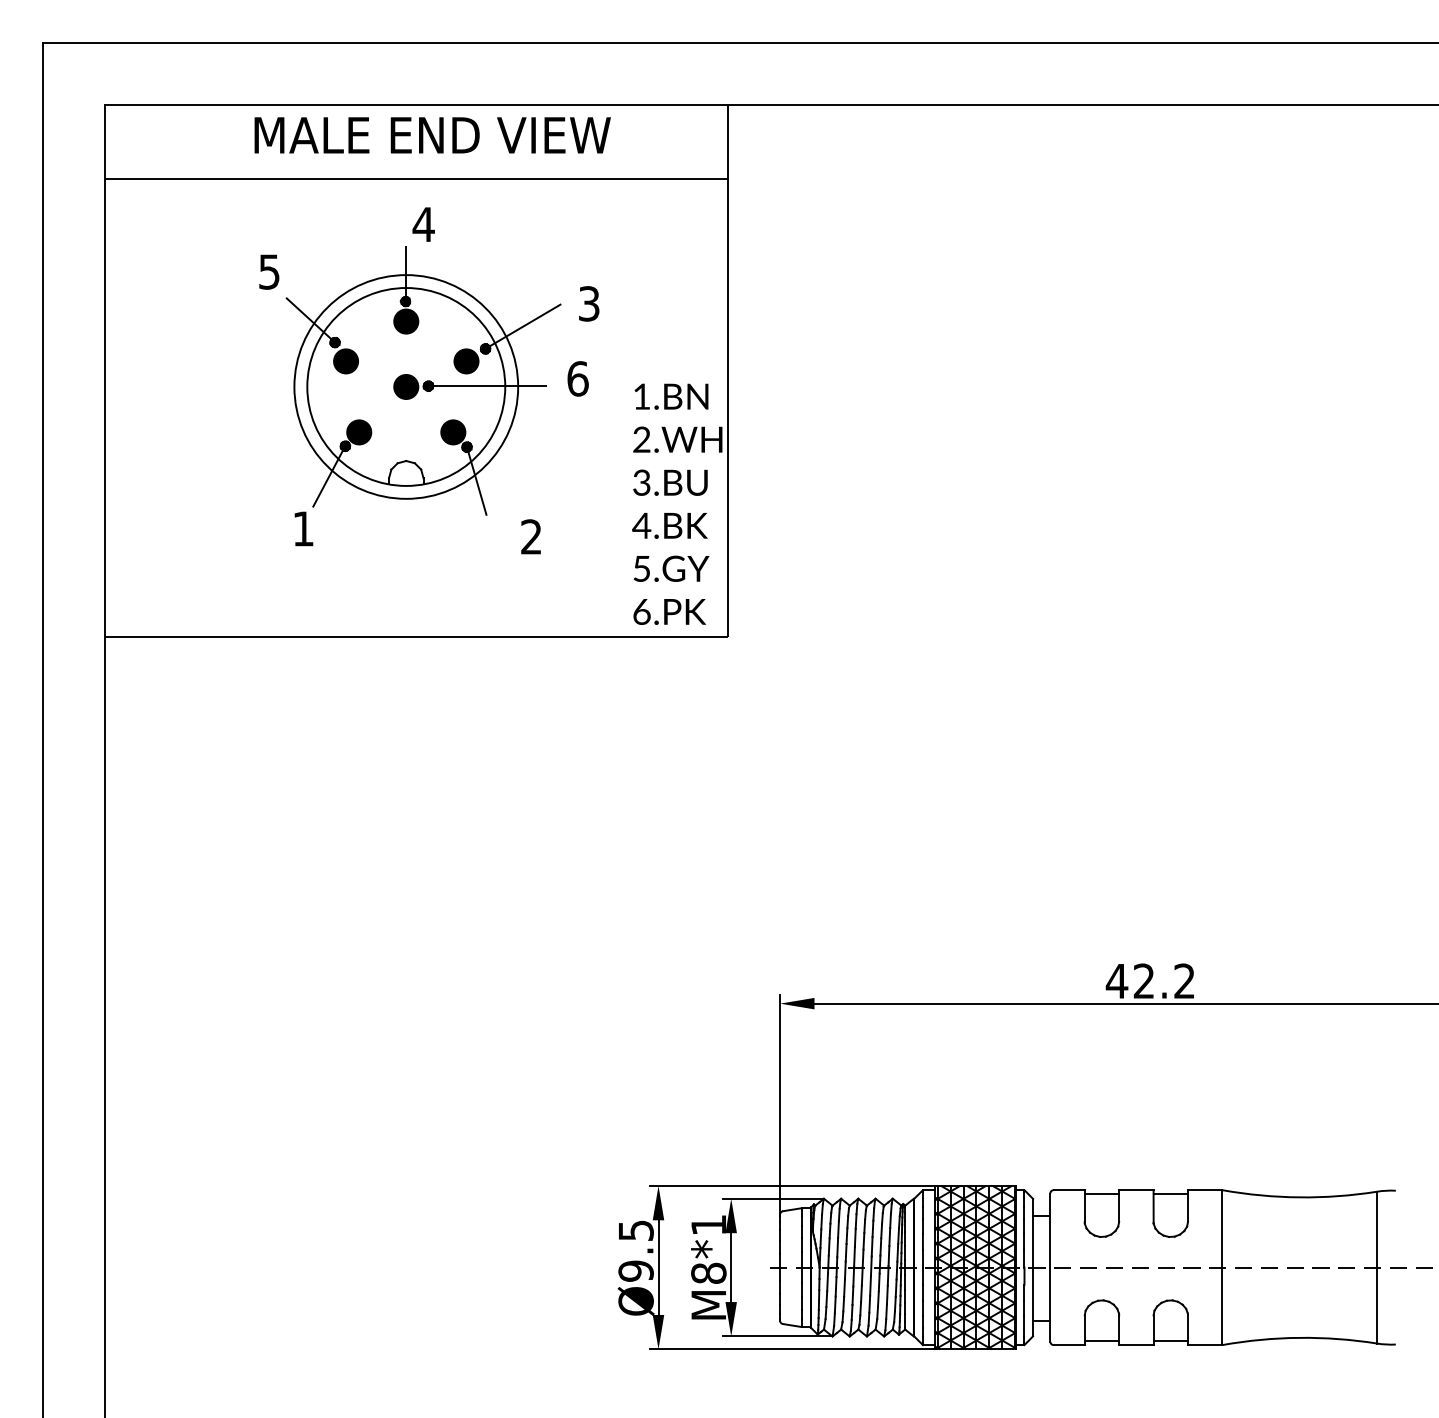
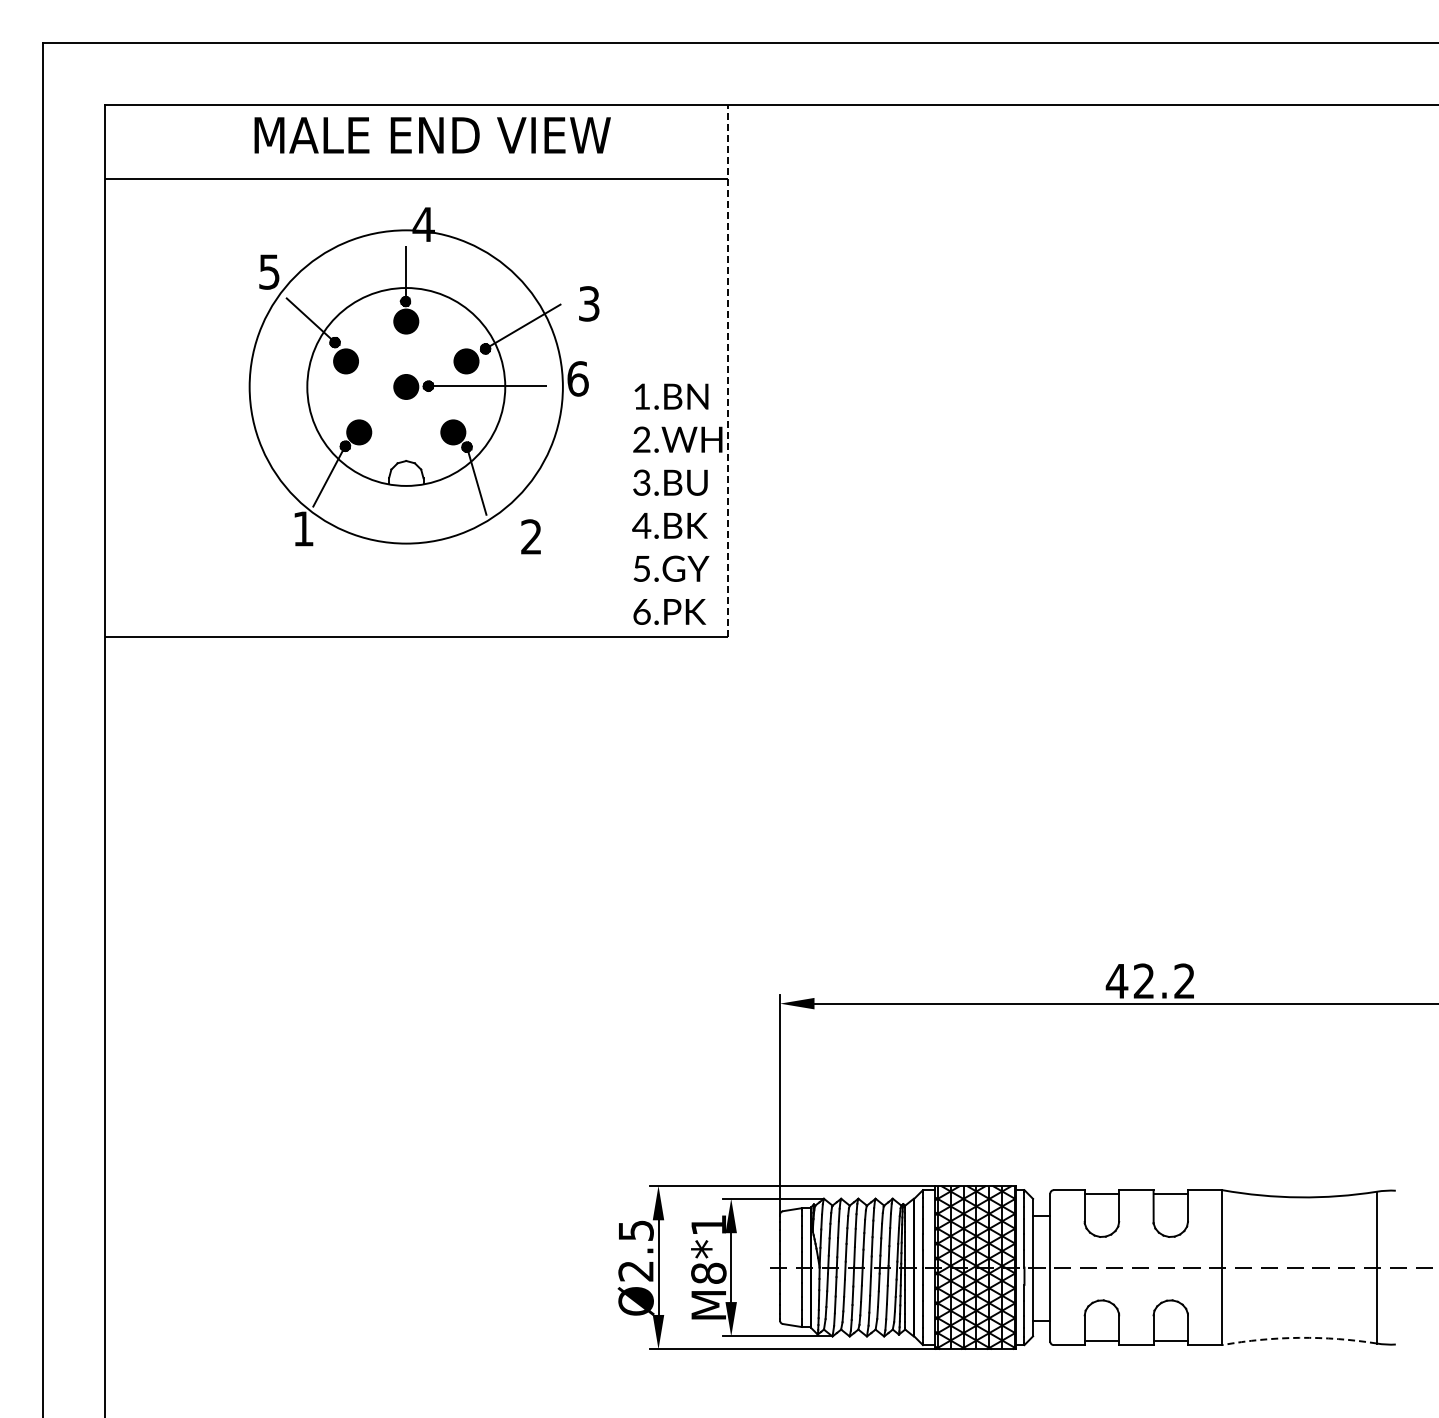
line at (727, 370): solid -> dashed
circle at (406, 386) diameter: 224 px -> 313 px
text at (635, 1270): Ø9.5 -> Ø2.5
arc at (1299, 1337): solid -> dashed
